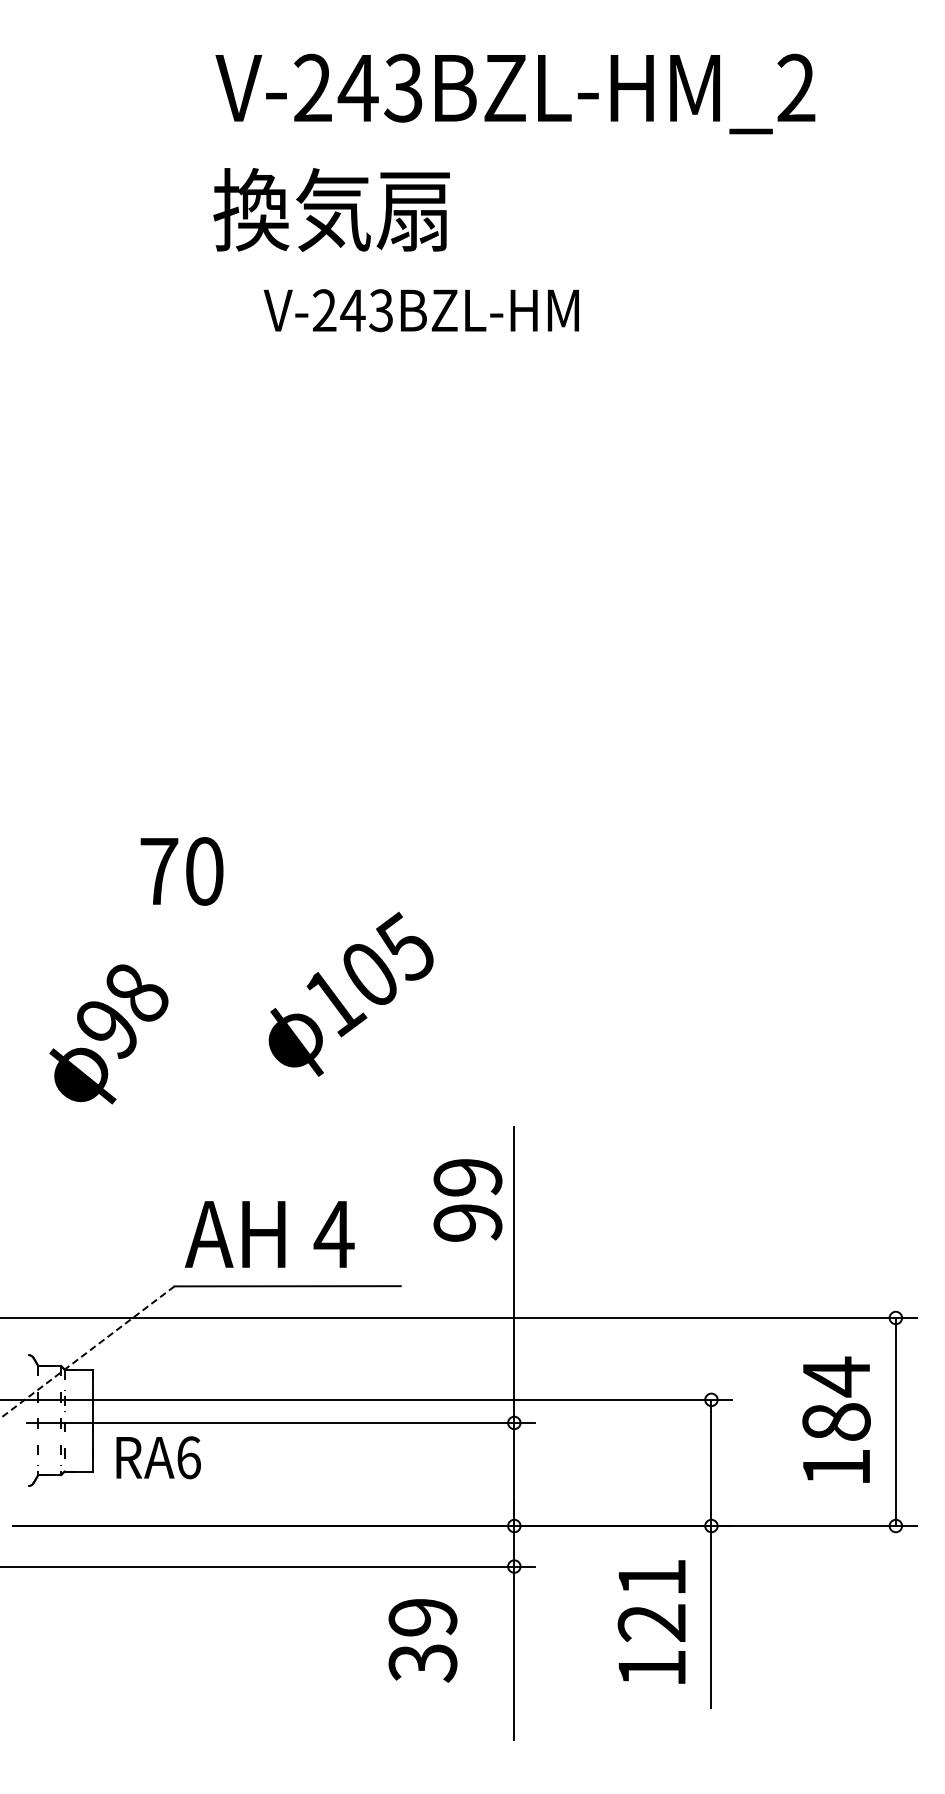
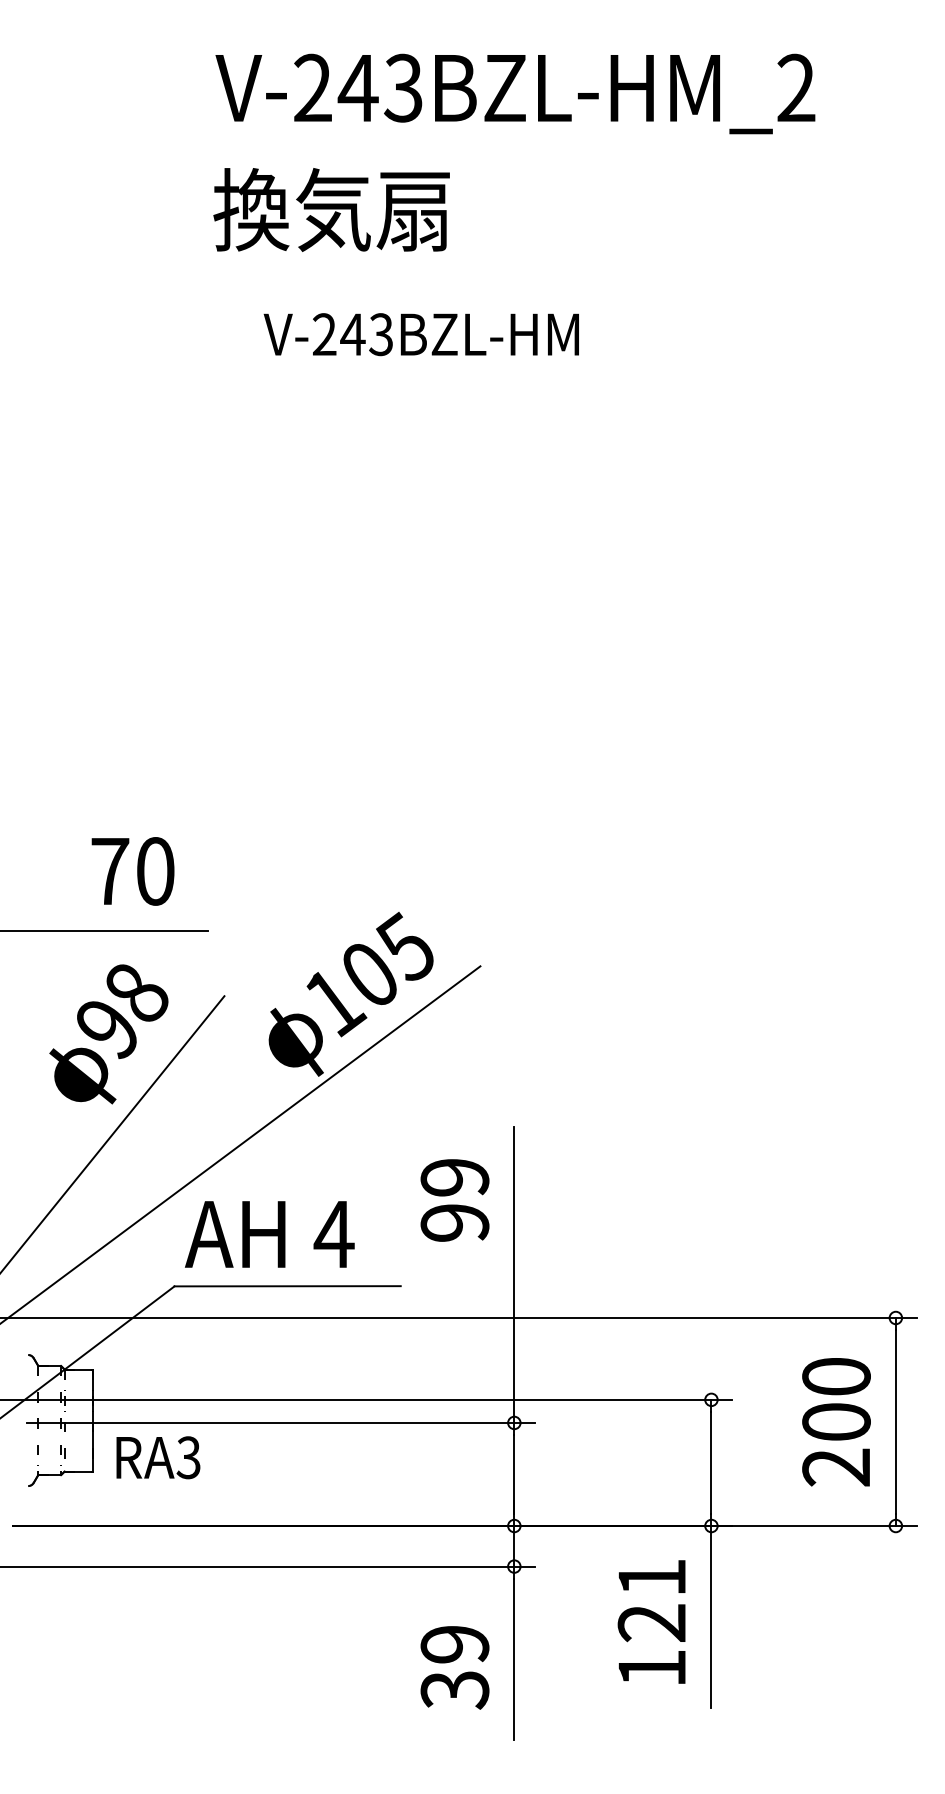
text at (420, 310) position: (420, 310) -> (420, 334)
text at (181, 871) position: (181, 871) -> (132, 871)
line at (104, 930): none -> present
line at (113, 1133): none -> present
line at (241, 1144): none -> present
text at (467, 1200) position: (467, 1200) -> (454, 1200)
line at (87, 1352): dashed -> solid
text at (836, 1421): 184 -> 200
text at (188, 1457): RA6 -> RA3
text at (422, 1640) position: (422, 1640) -> (454, 1667)
